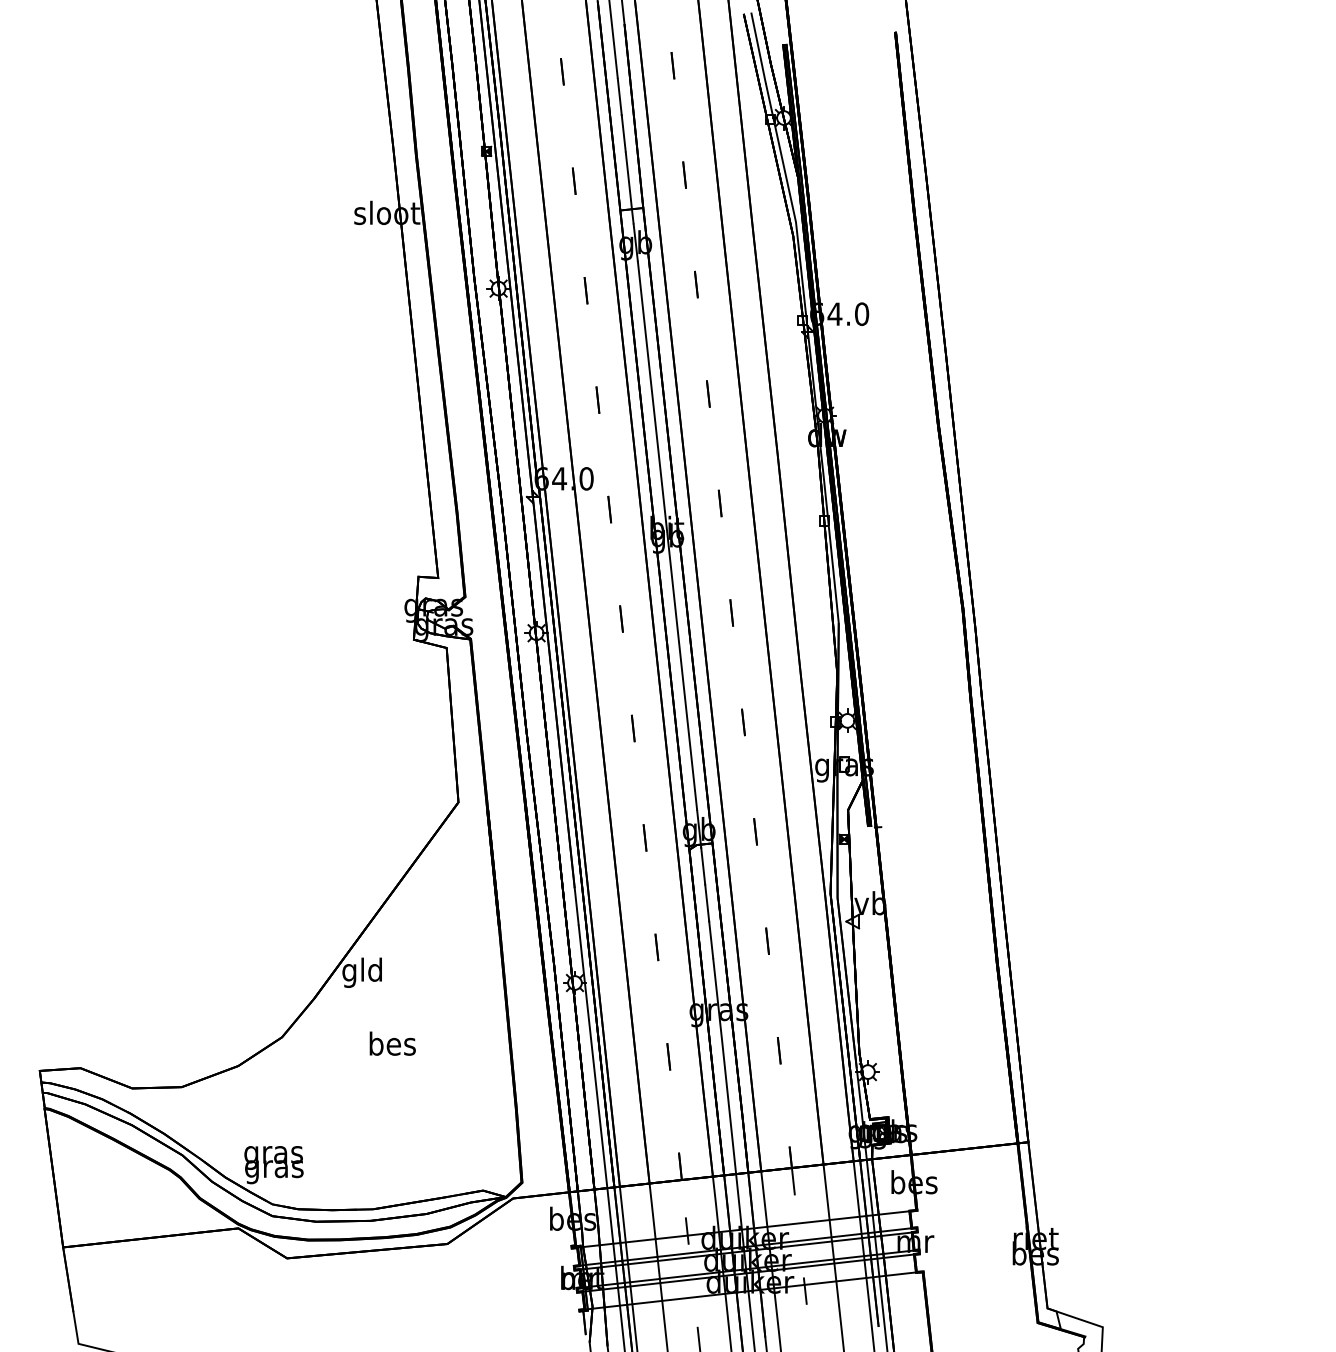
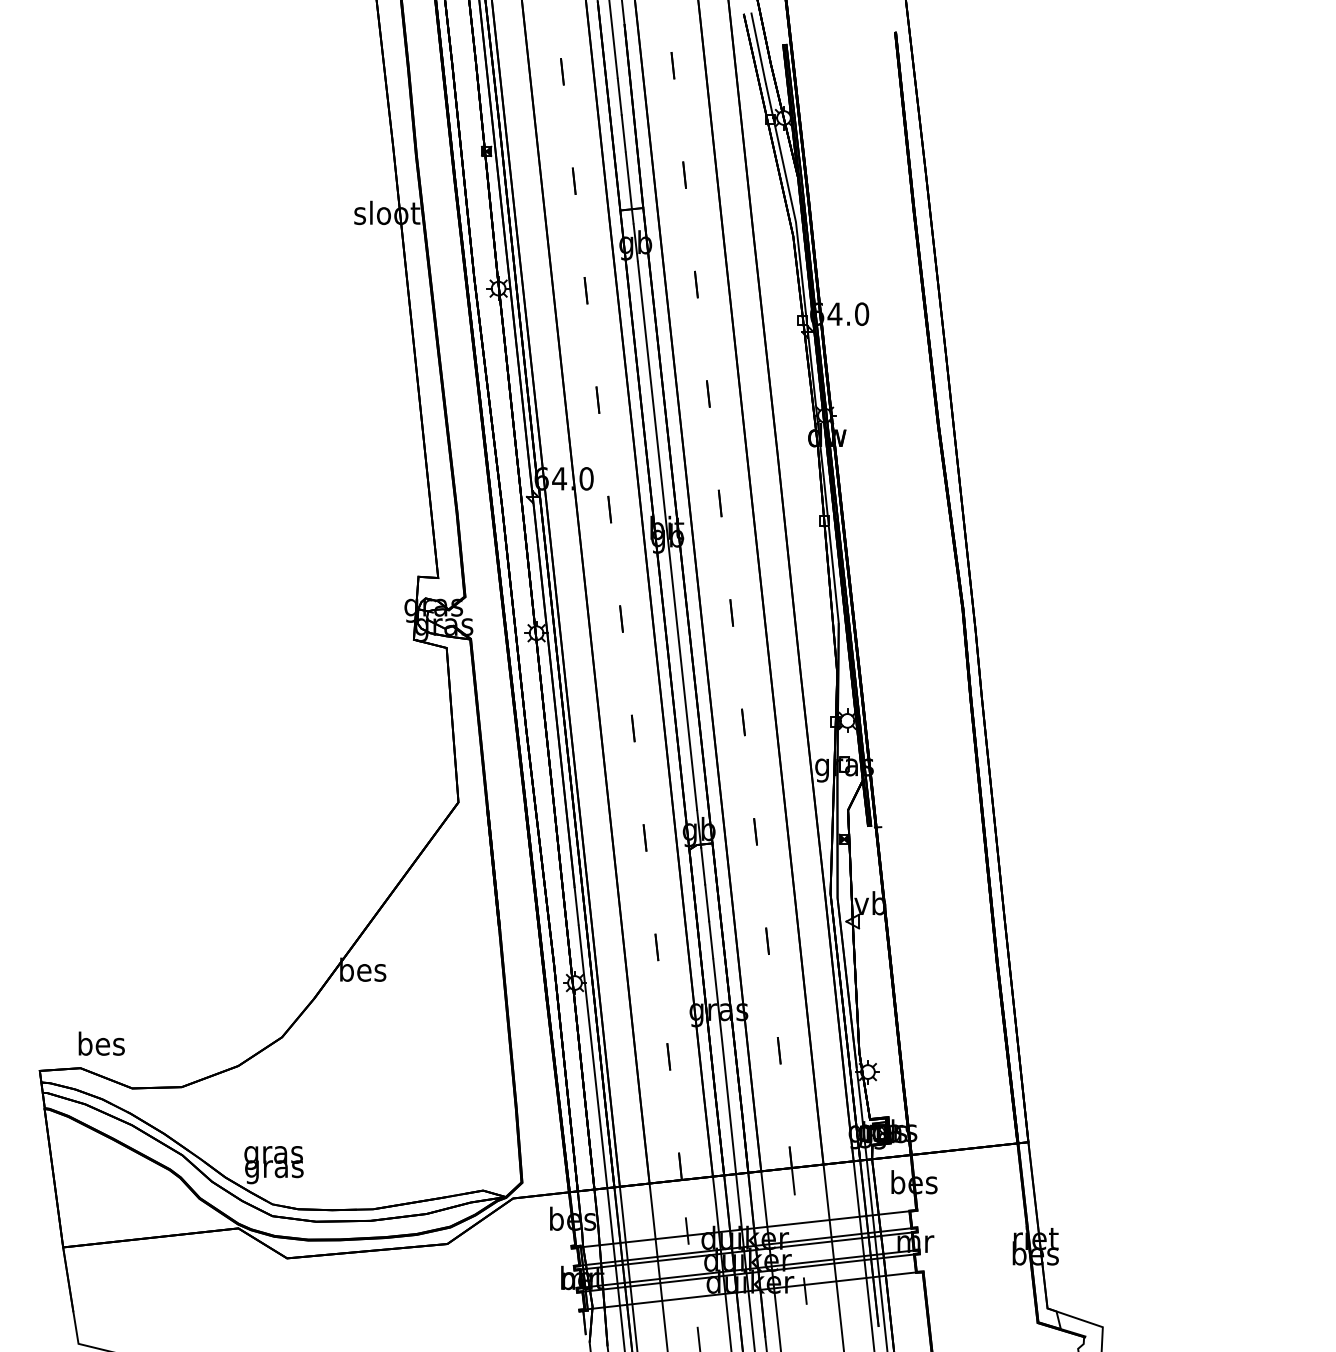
text at (363, 972): gld -> bes
text at (392, 1043) position: (392, 1043) -> (101, 1043)
